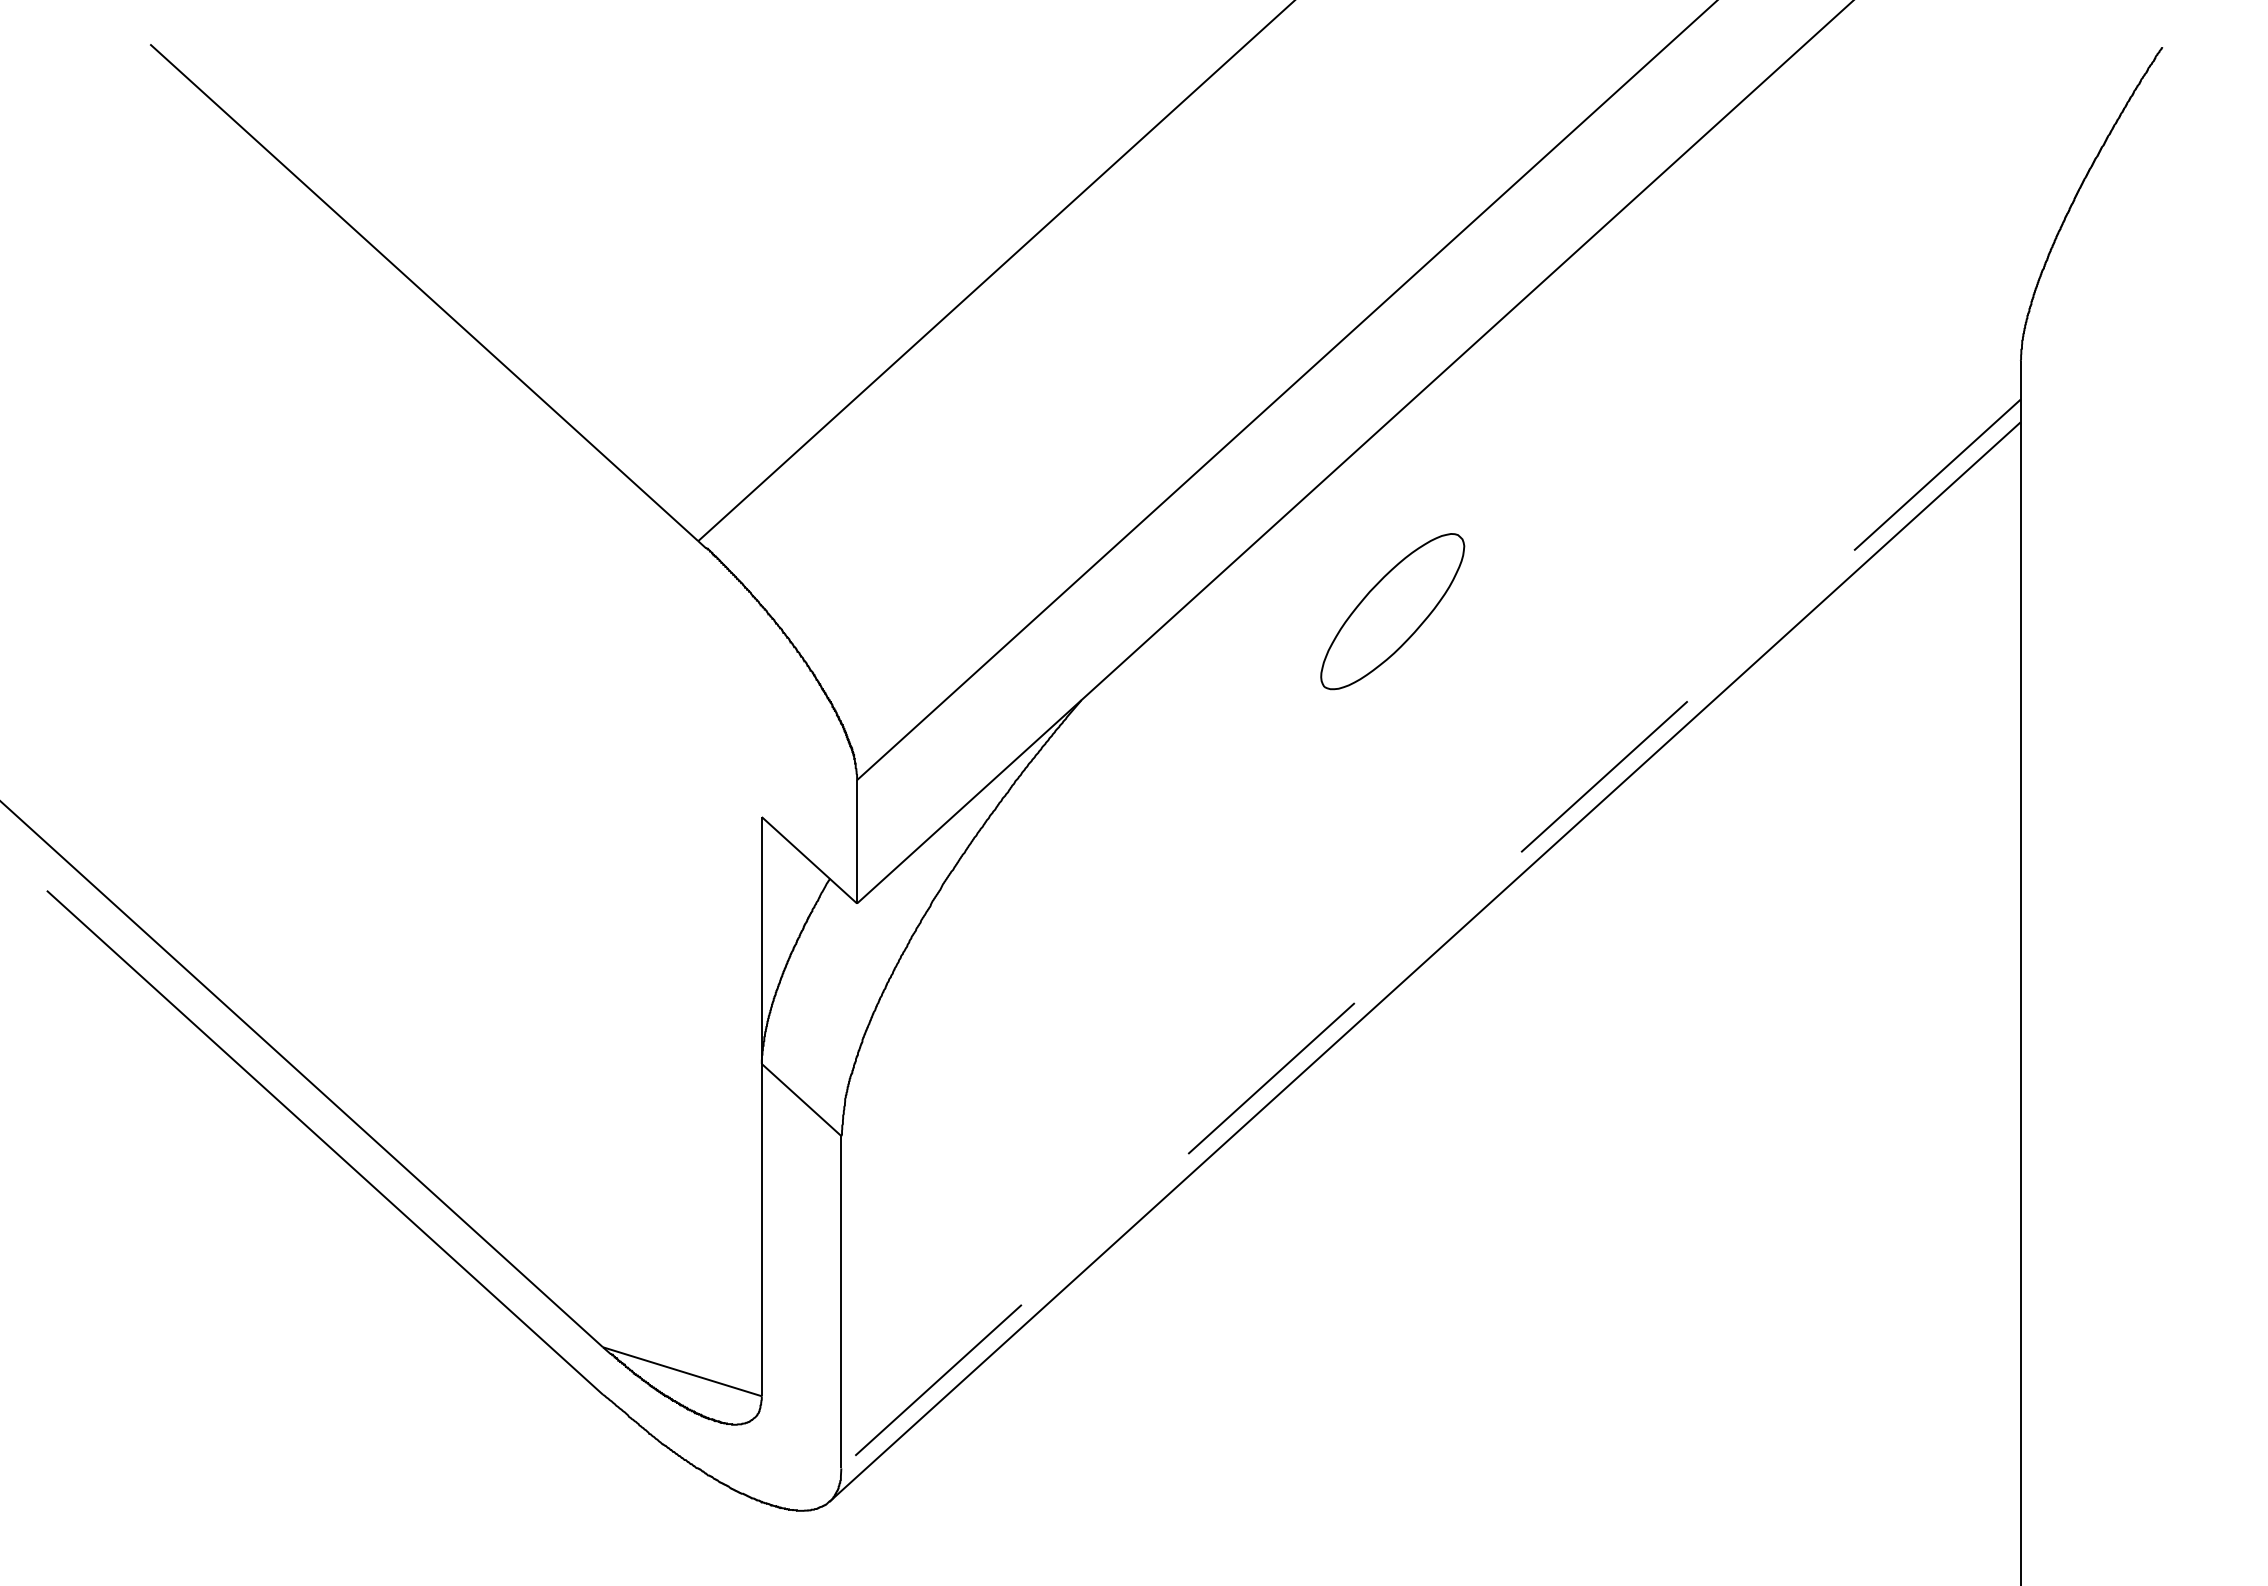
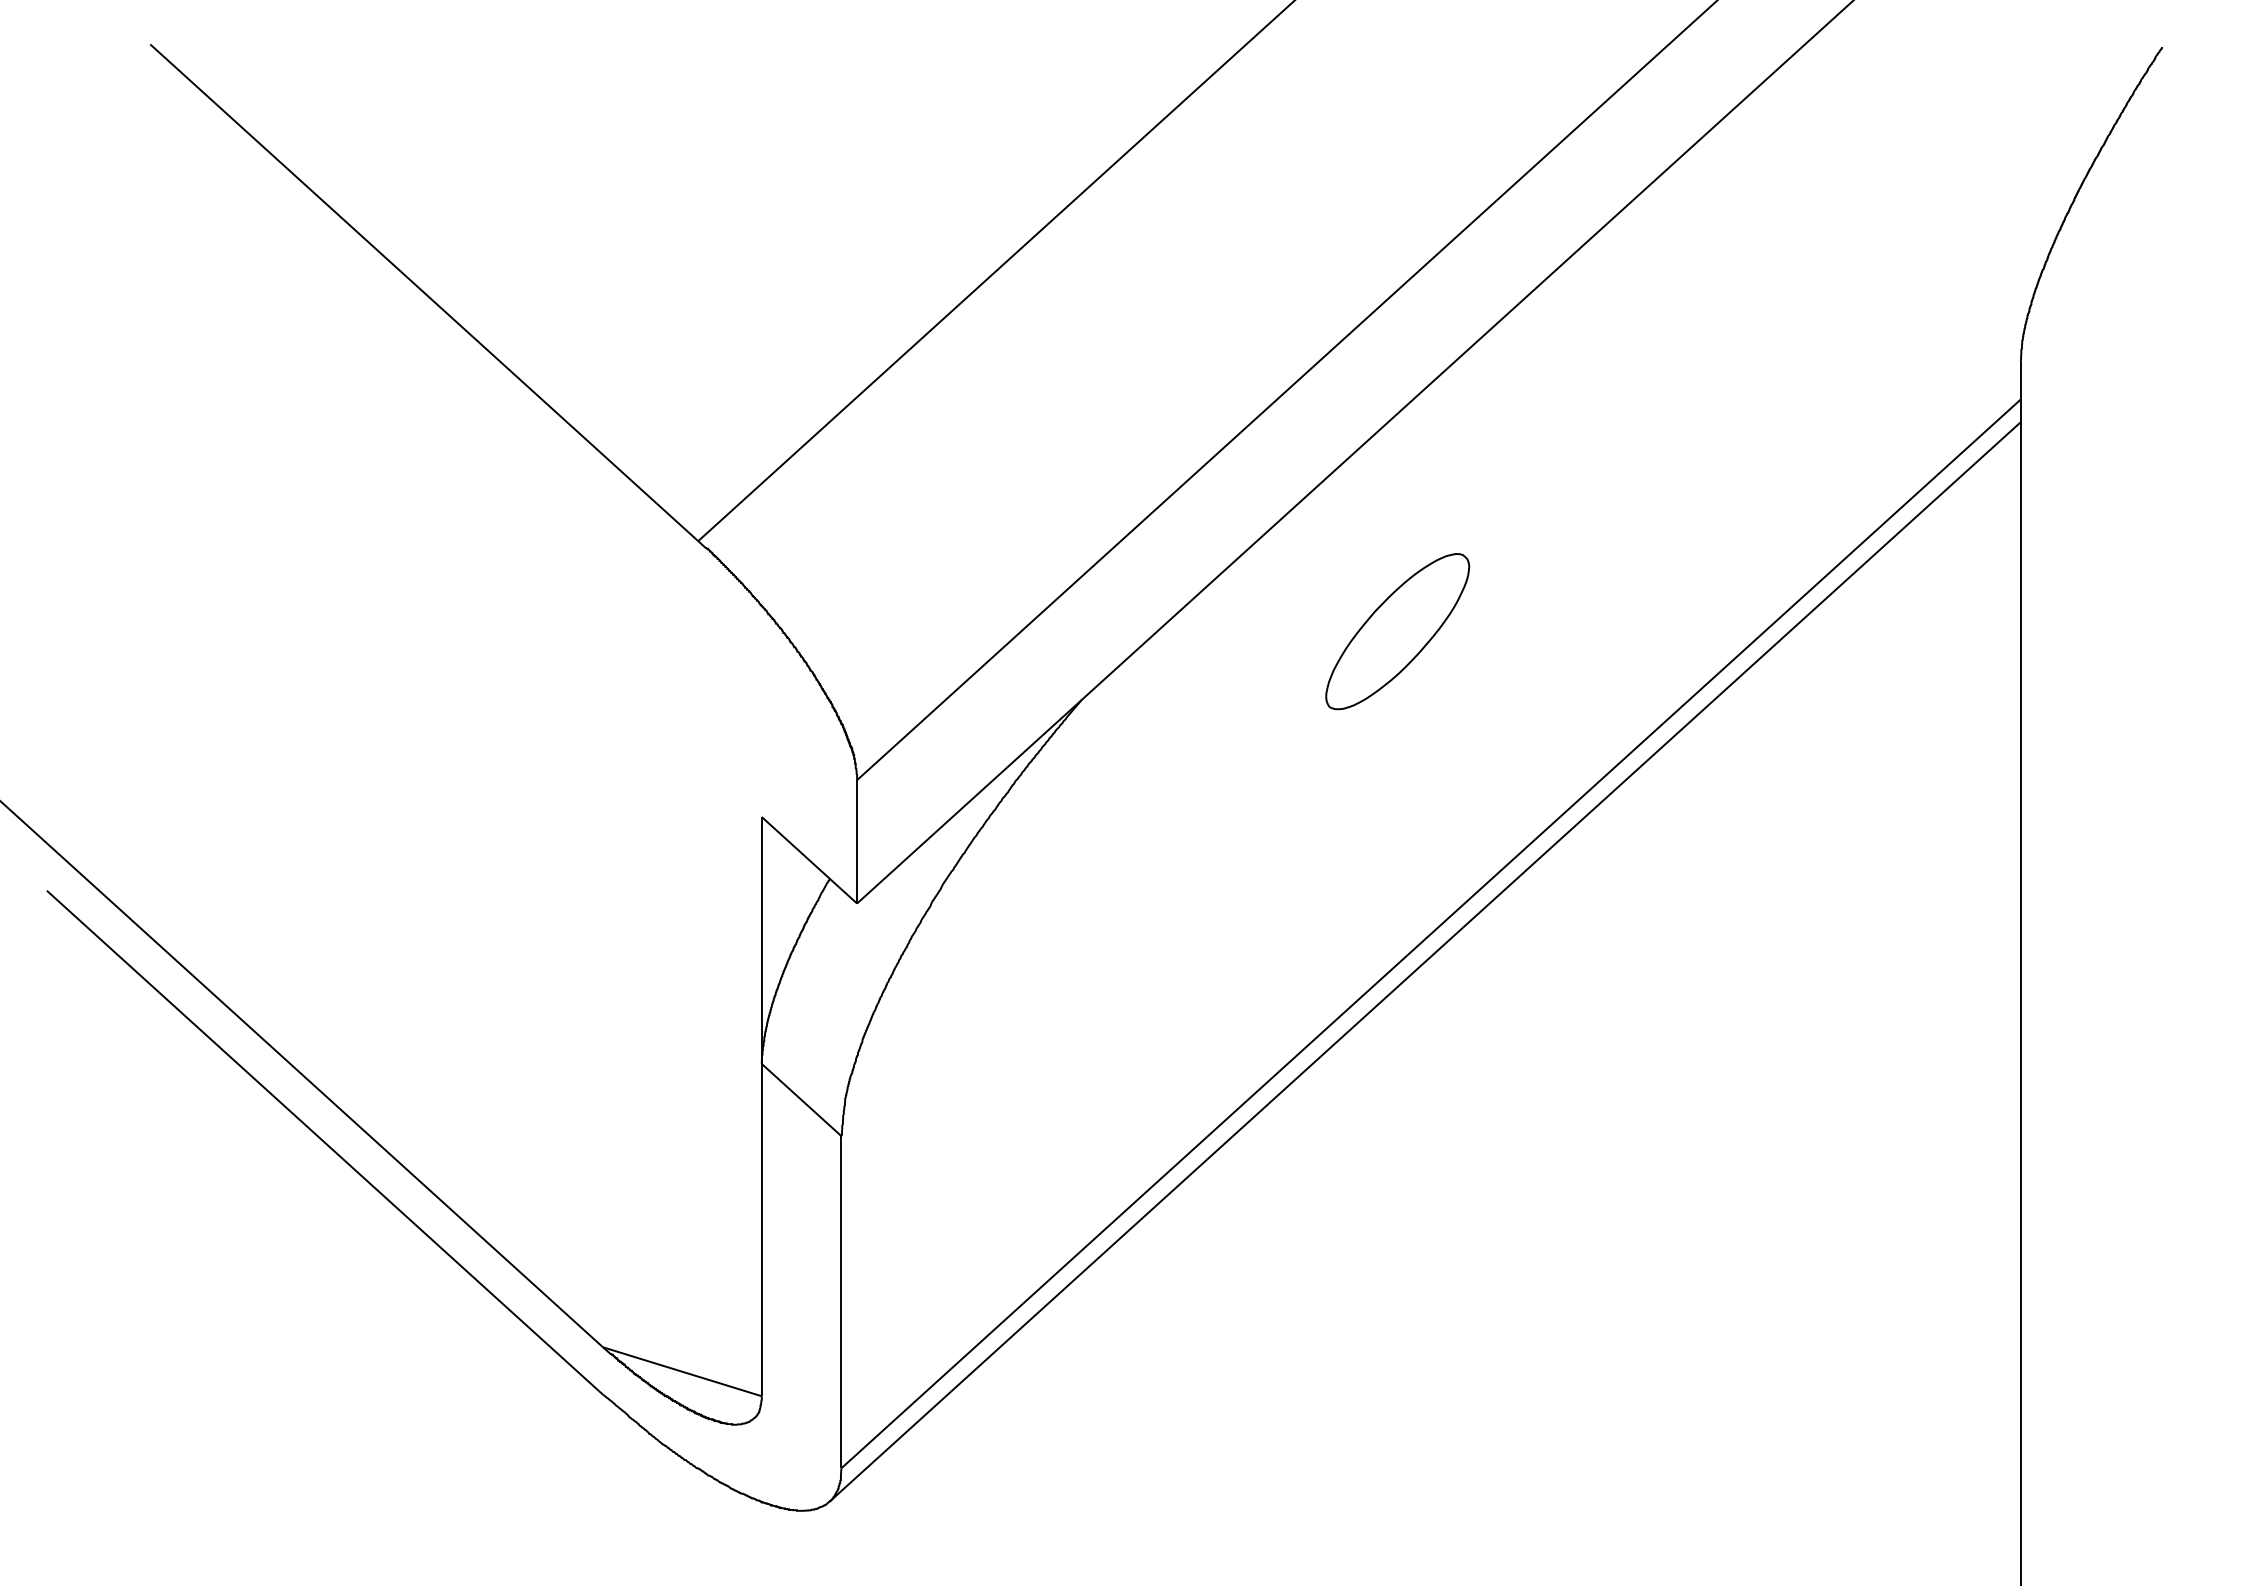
part at (1392, 611) position: (1392, 611) -> (1397, 631)
line at (1431, 933): dashed -> solid
